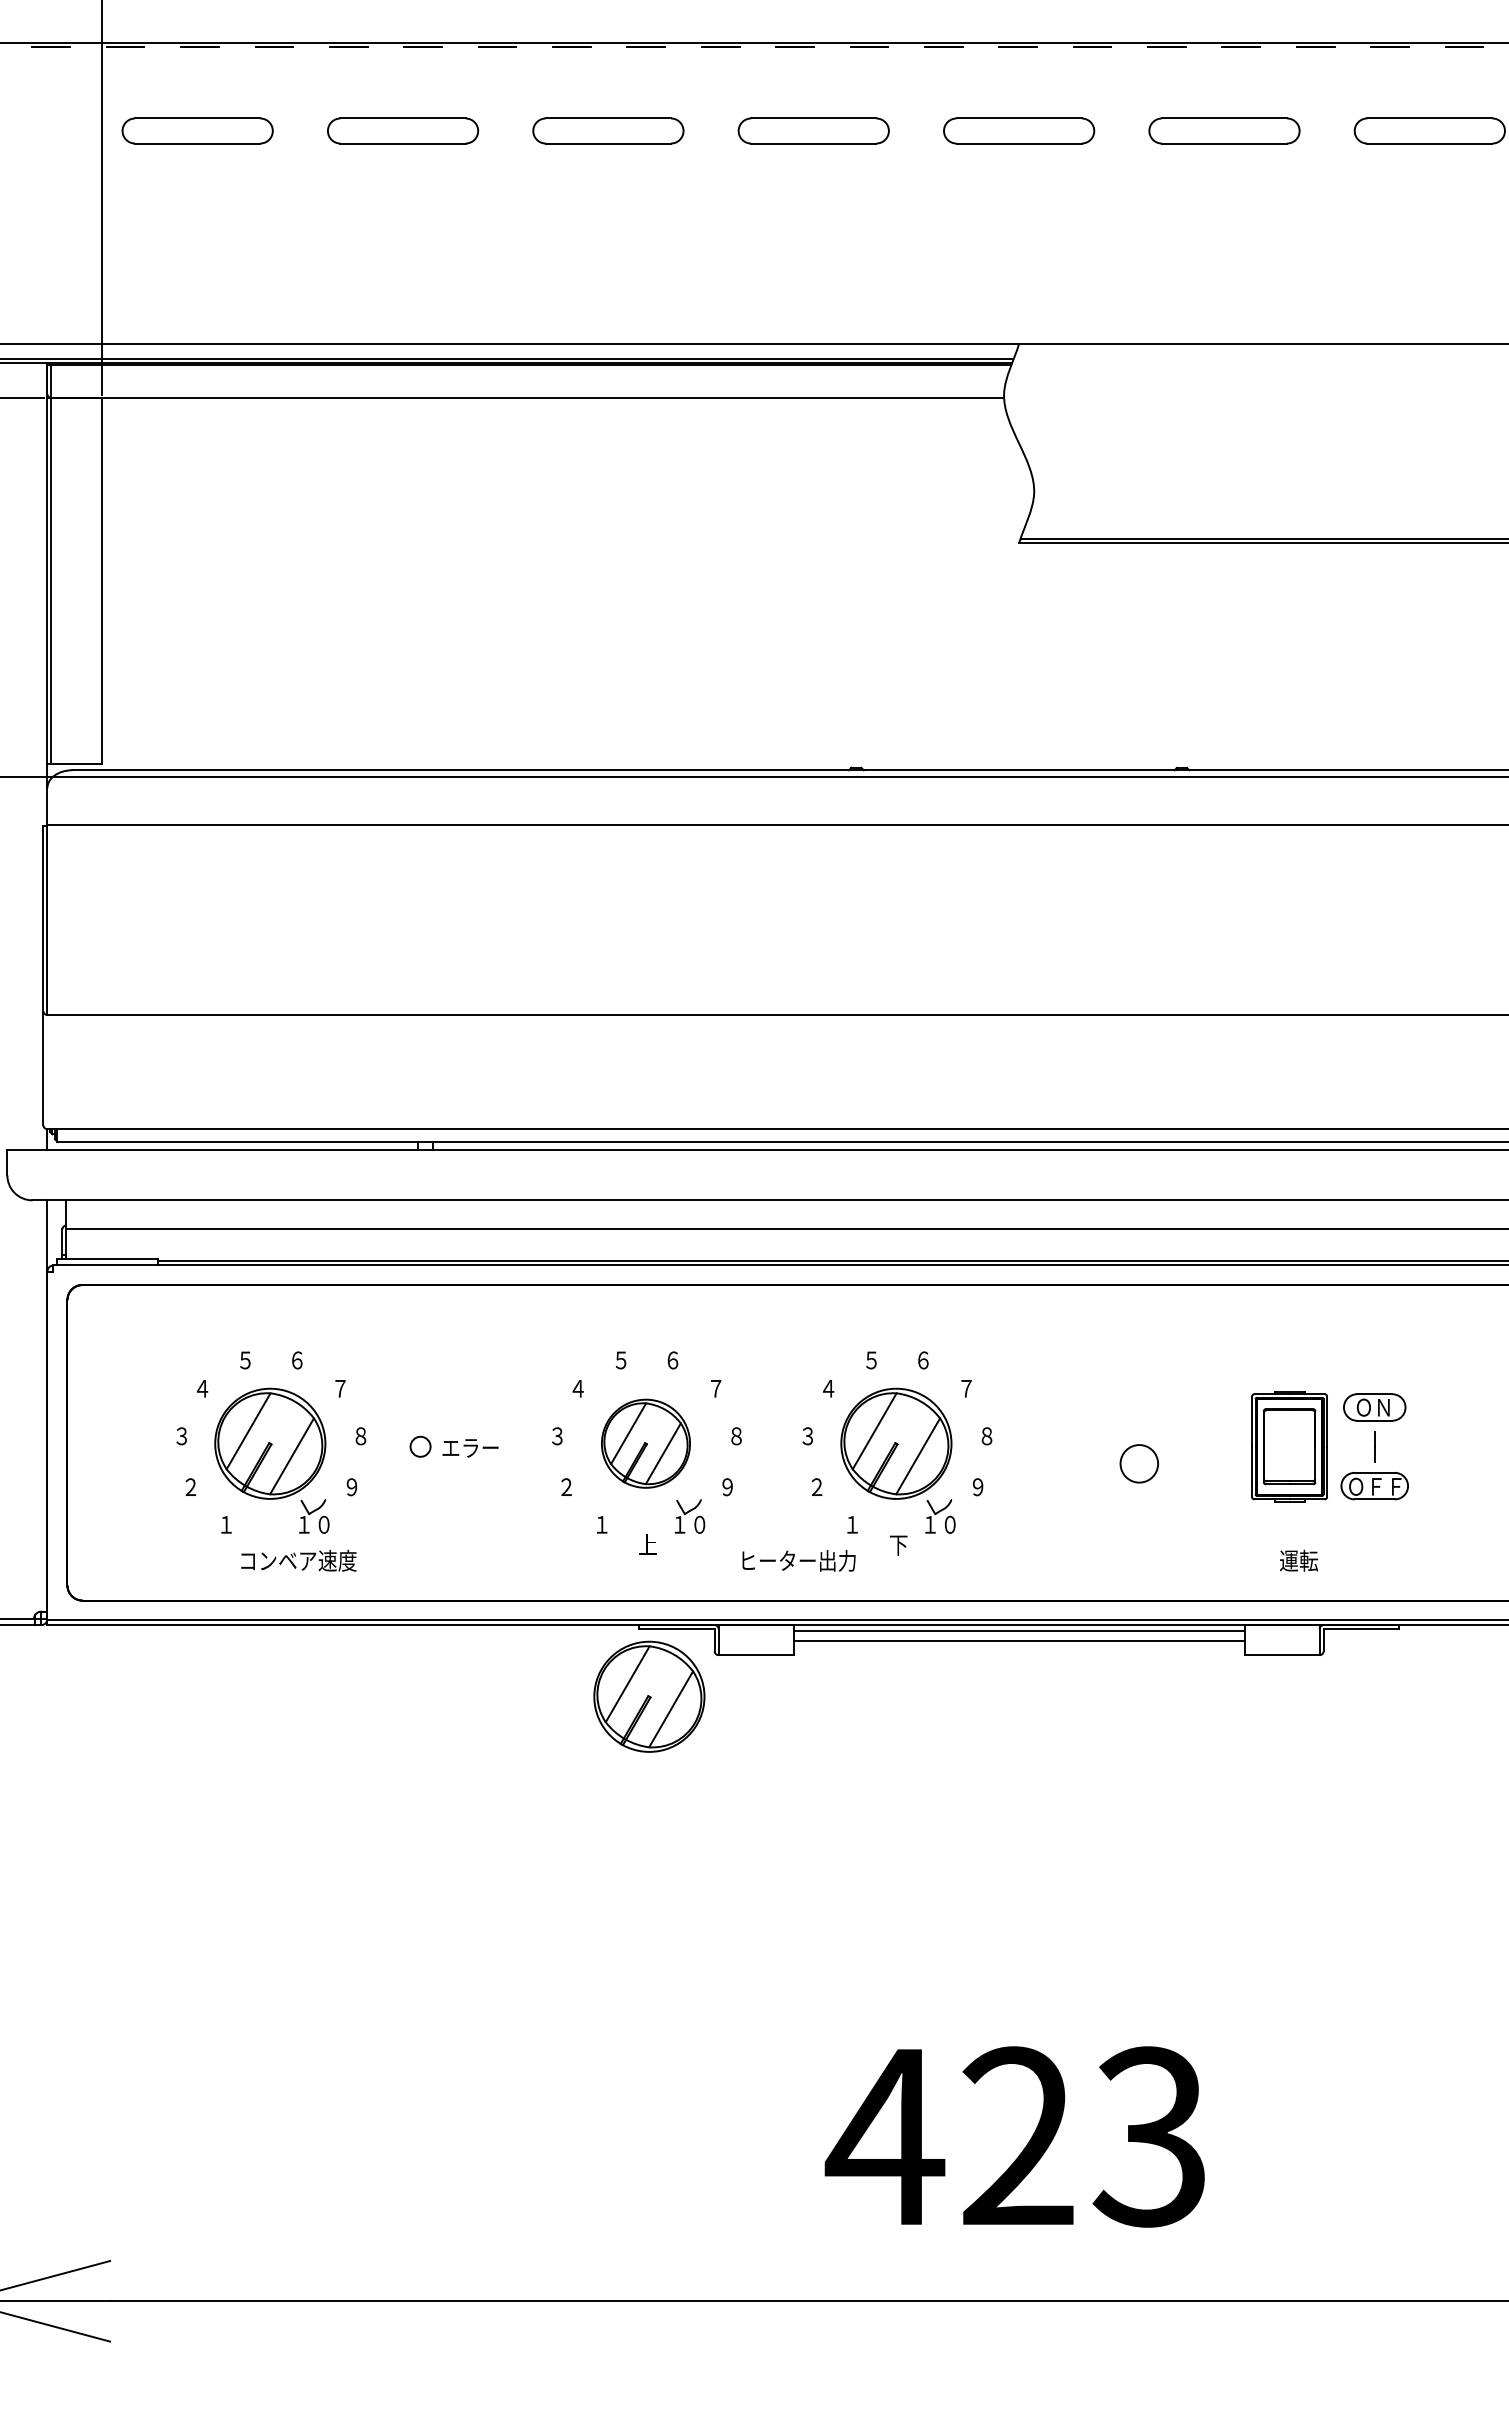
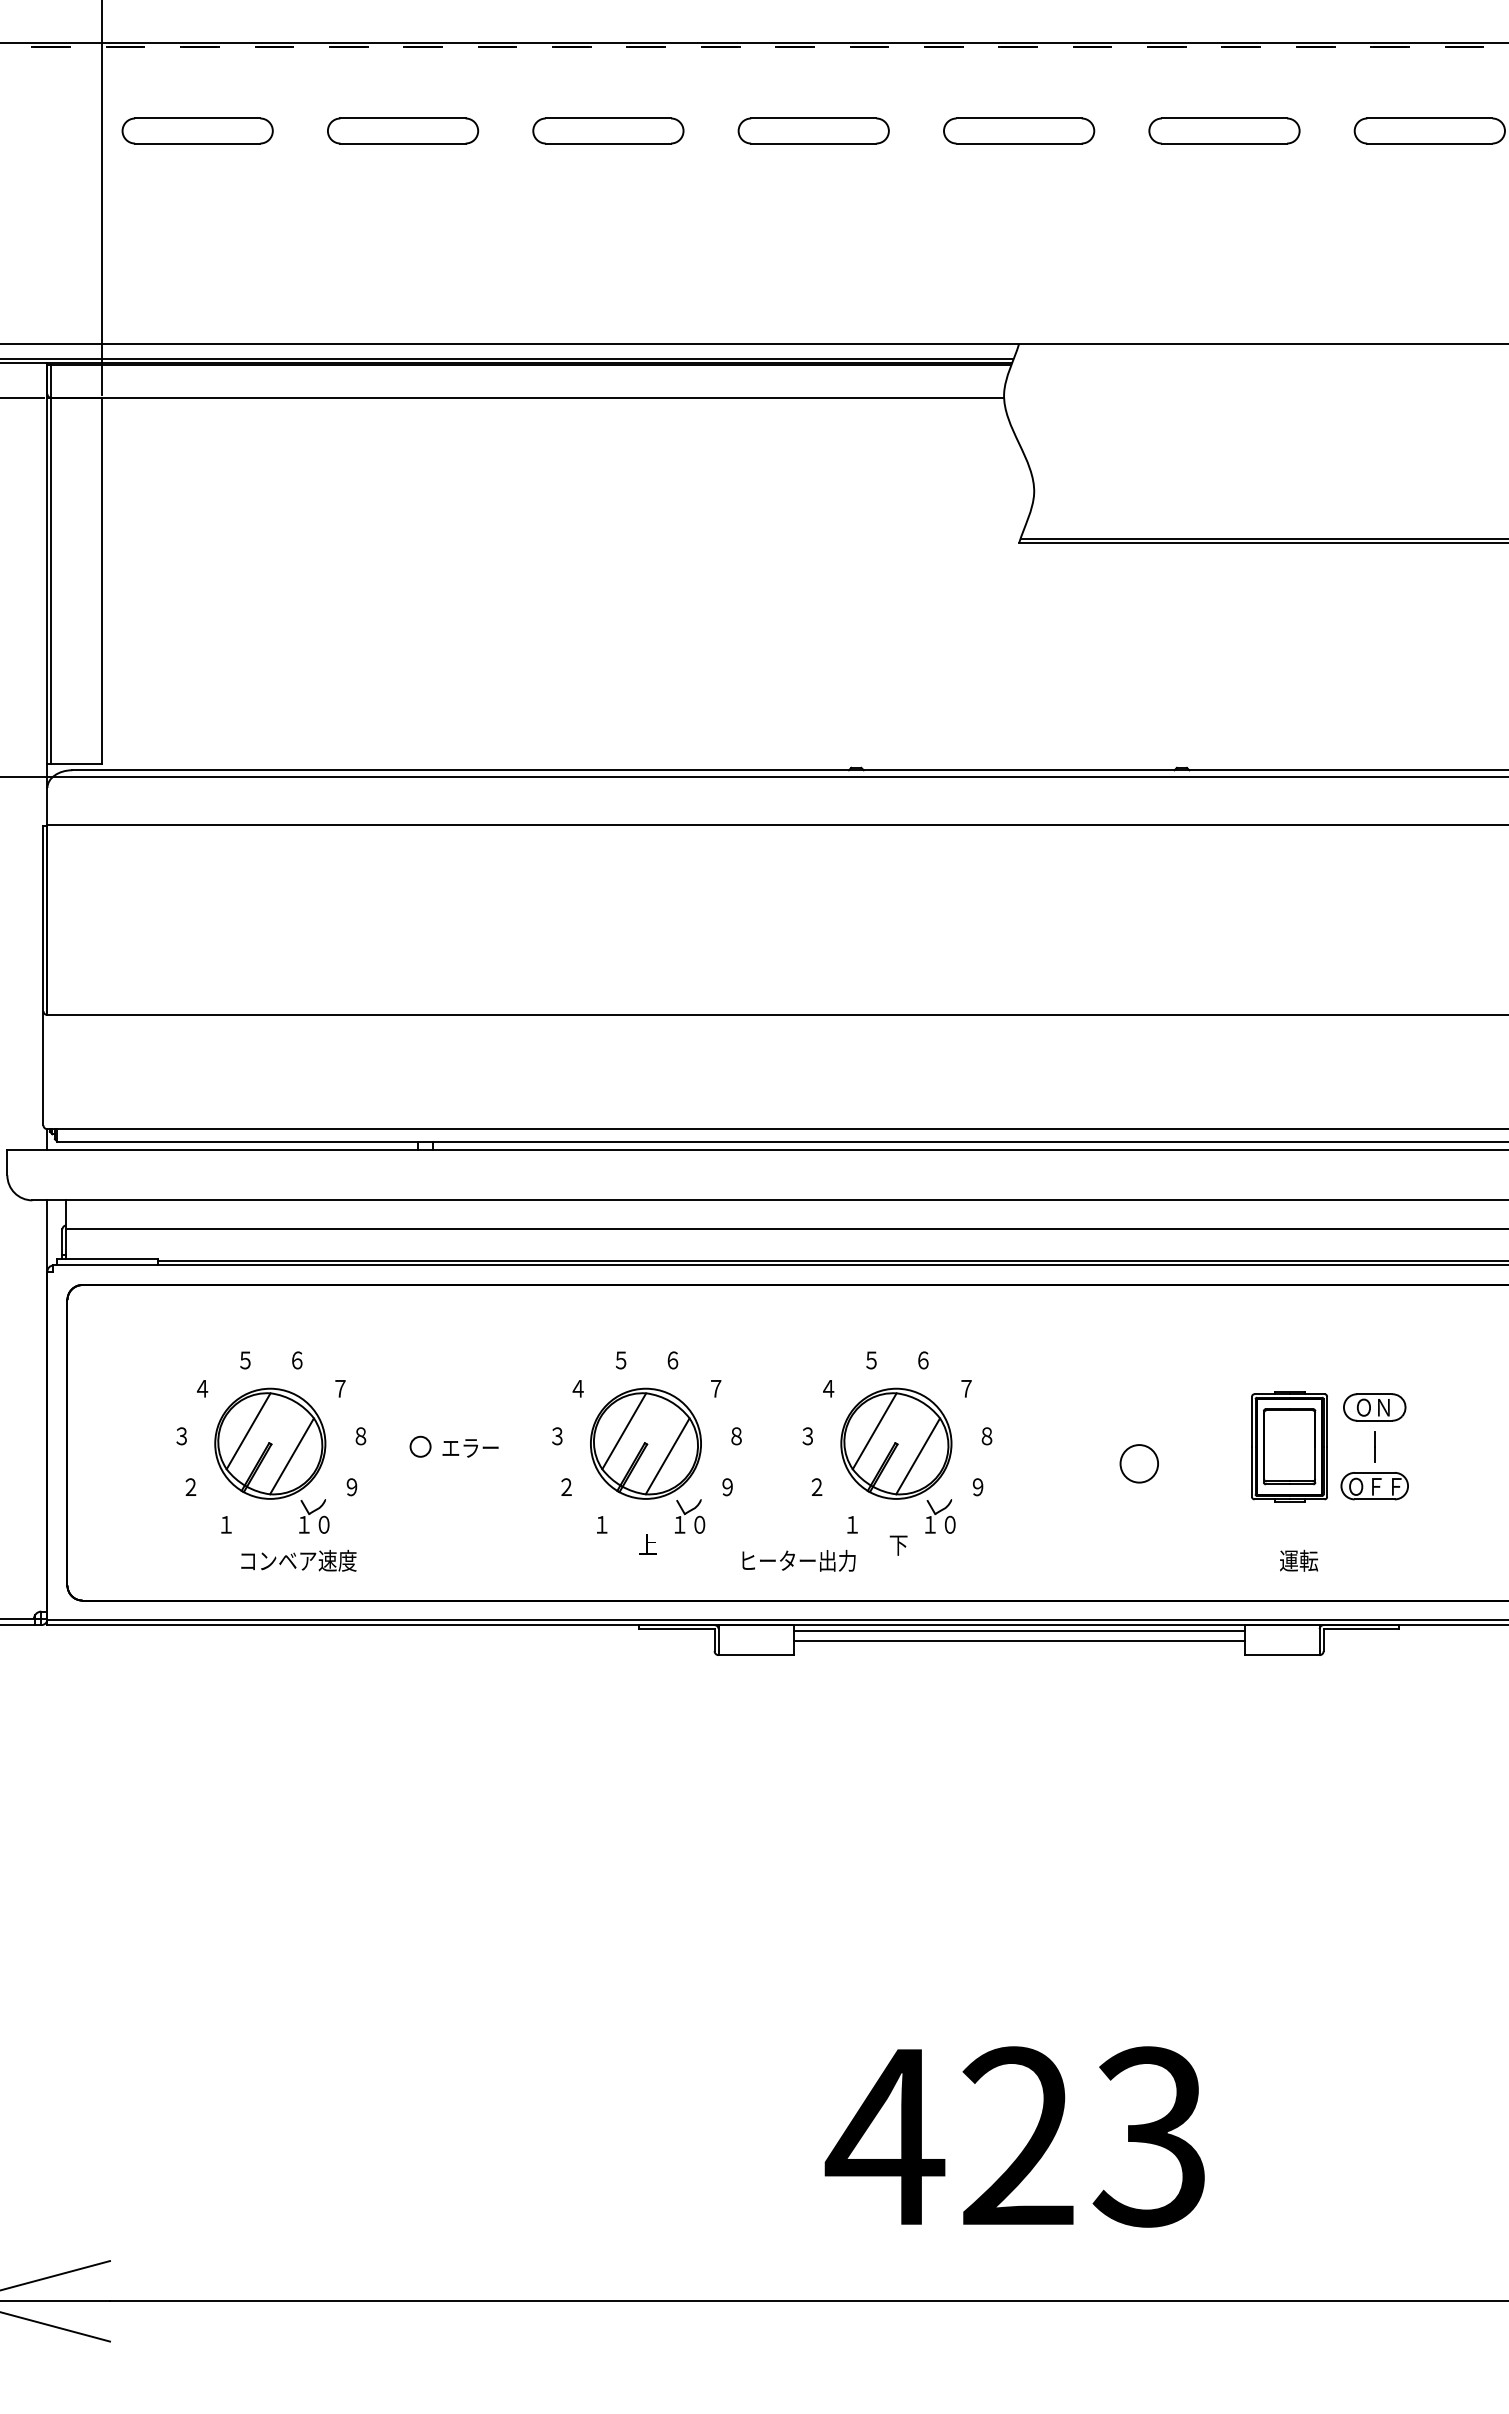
part at (645, 1443) size: 90x91 px -> 112x113 px
part at (649, 1696): present -> none
